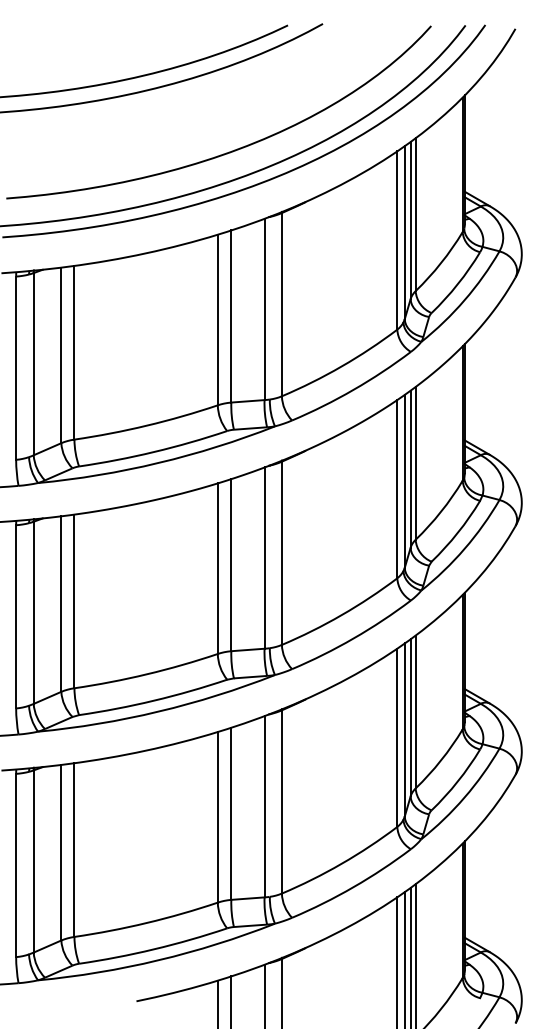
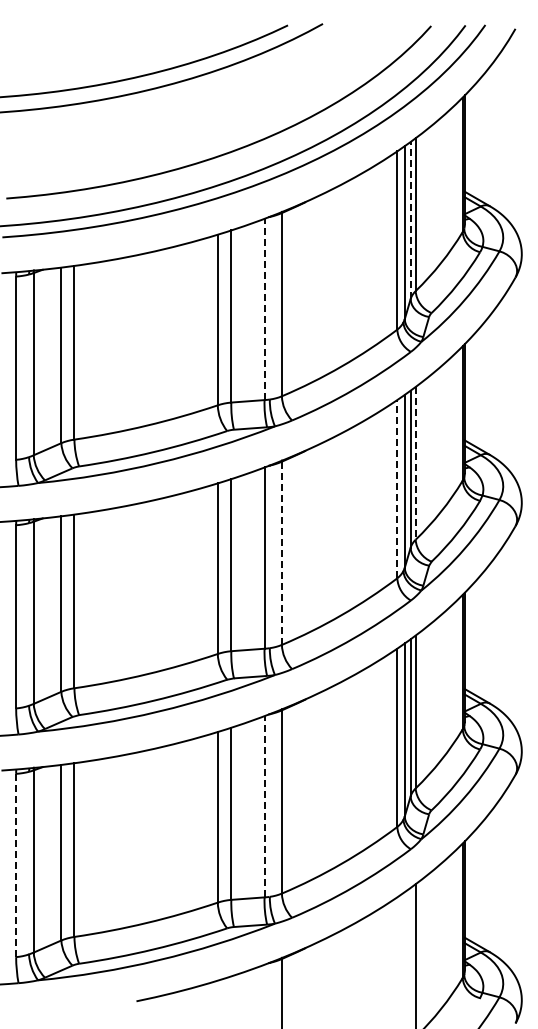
line at (410, 220): solid -> dashed
line at (264, 309): solid -> dashed
line at (415, 463): solid -> dashed
line at (397, 488): solid -> dashed
line at (281, 553): solid -> dashed
line at (264, 806): solid -> dashed
line at (16, 865): solid -> dashed
line at (410, 956): present -> none
line at (404, 958): present -> none
line at (397, 961): present -> none
line at (264, 994): present -> none
line at (231, 1000): present -> none
line at (217, 1002): present -> none
